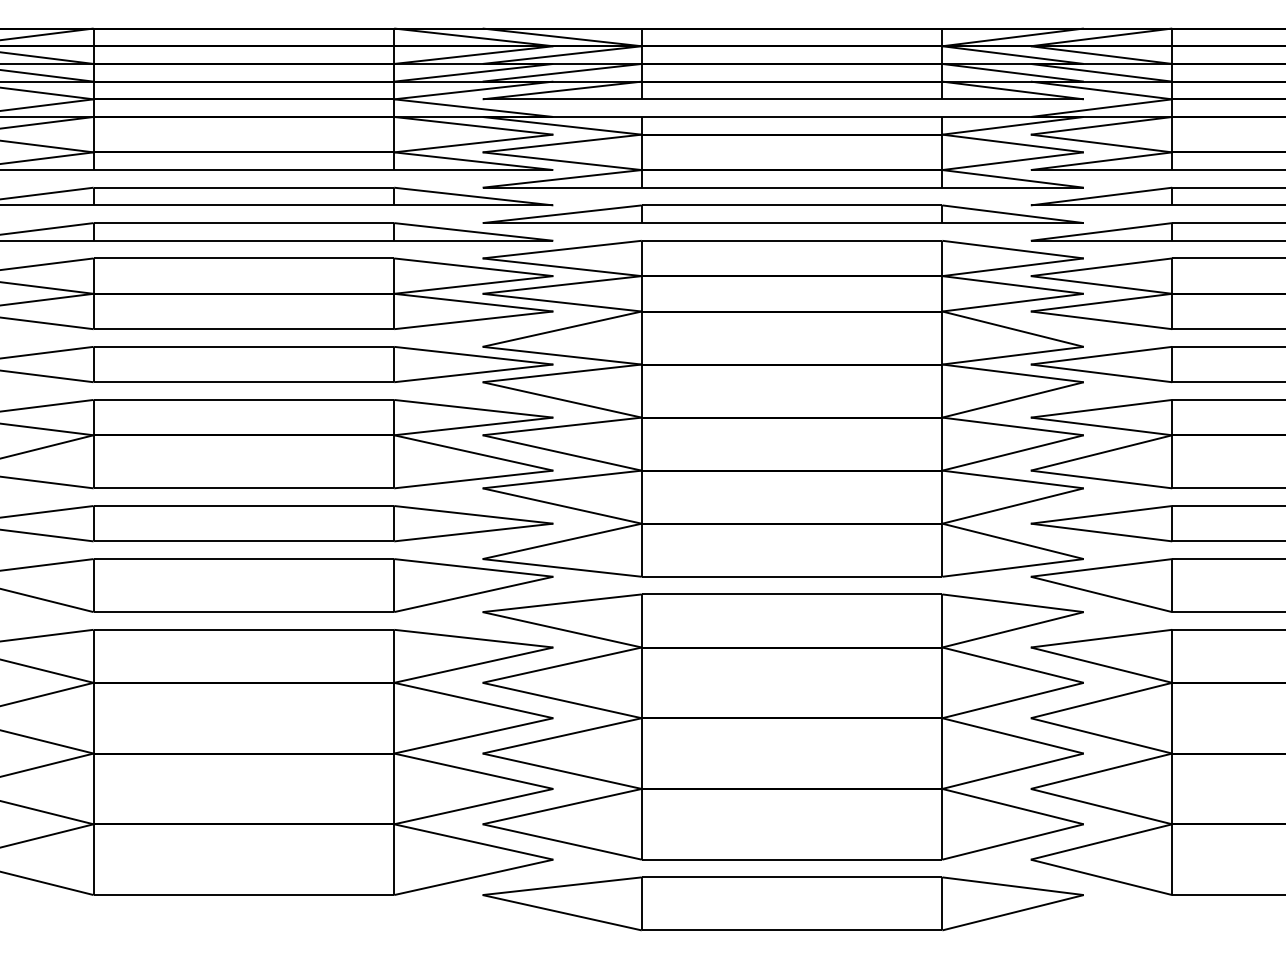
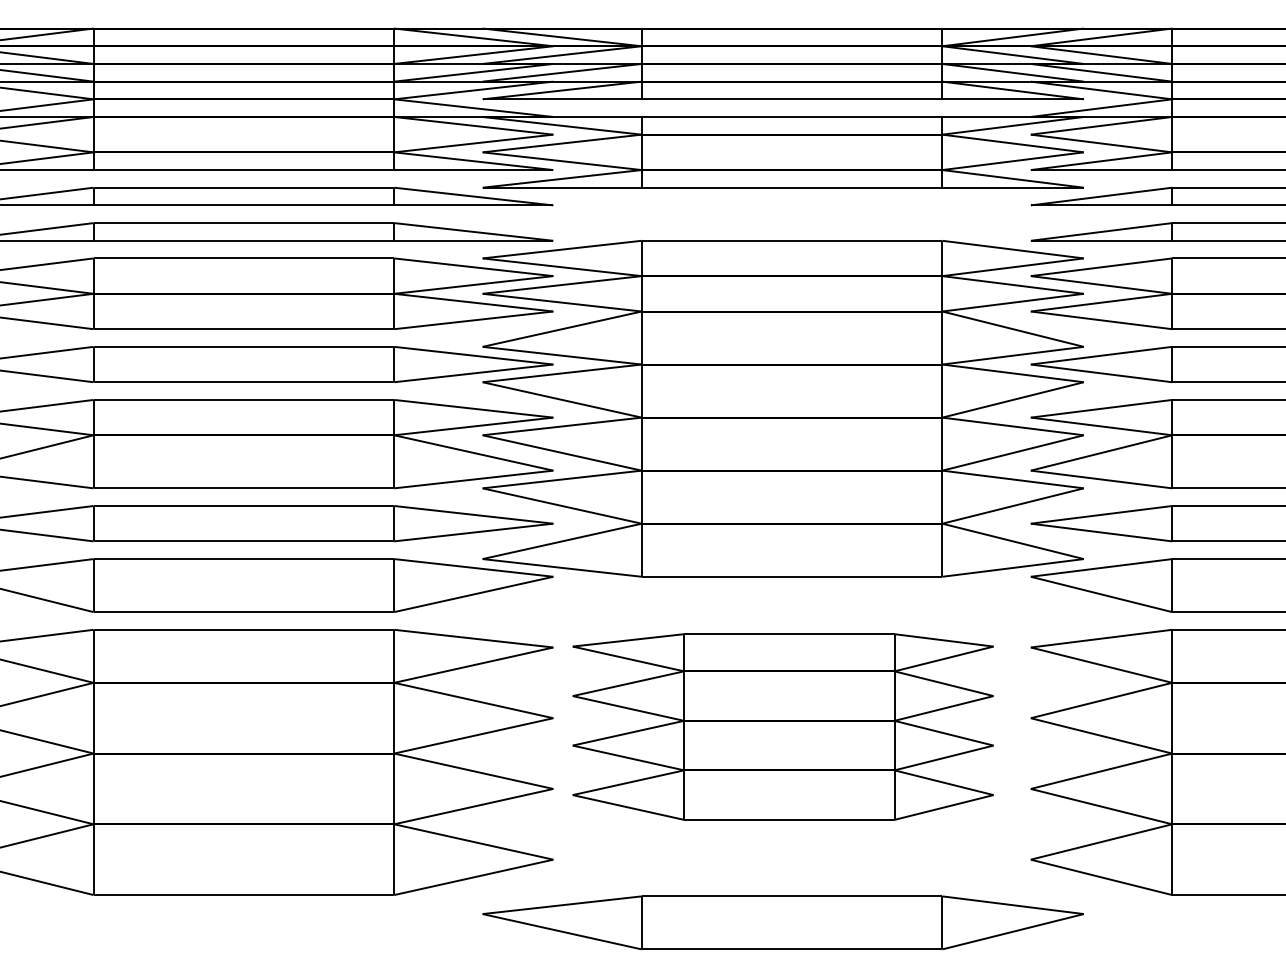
part at (782, 213): present -> none
part at (782, 726) size: 602x268 px -> 422x188 px
part at (782, 903) position: (782, 903) -> (782, 922)
